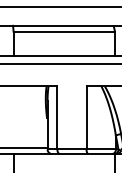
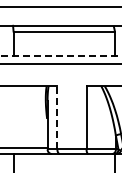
line at (61, 55): solid -> dashed
line at (57, 117): solid -> dashed
